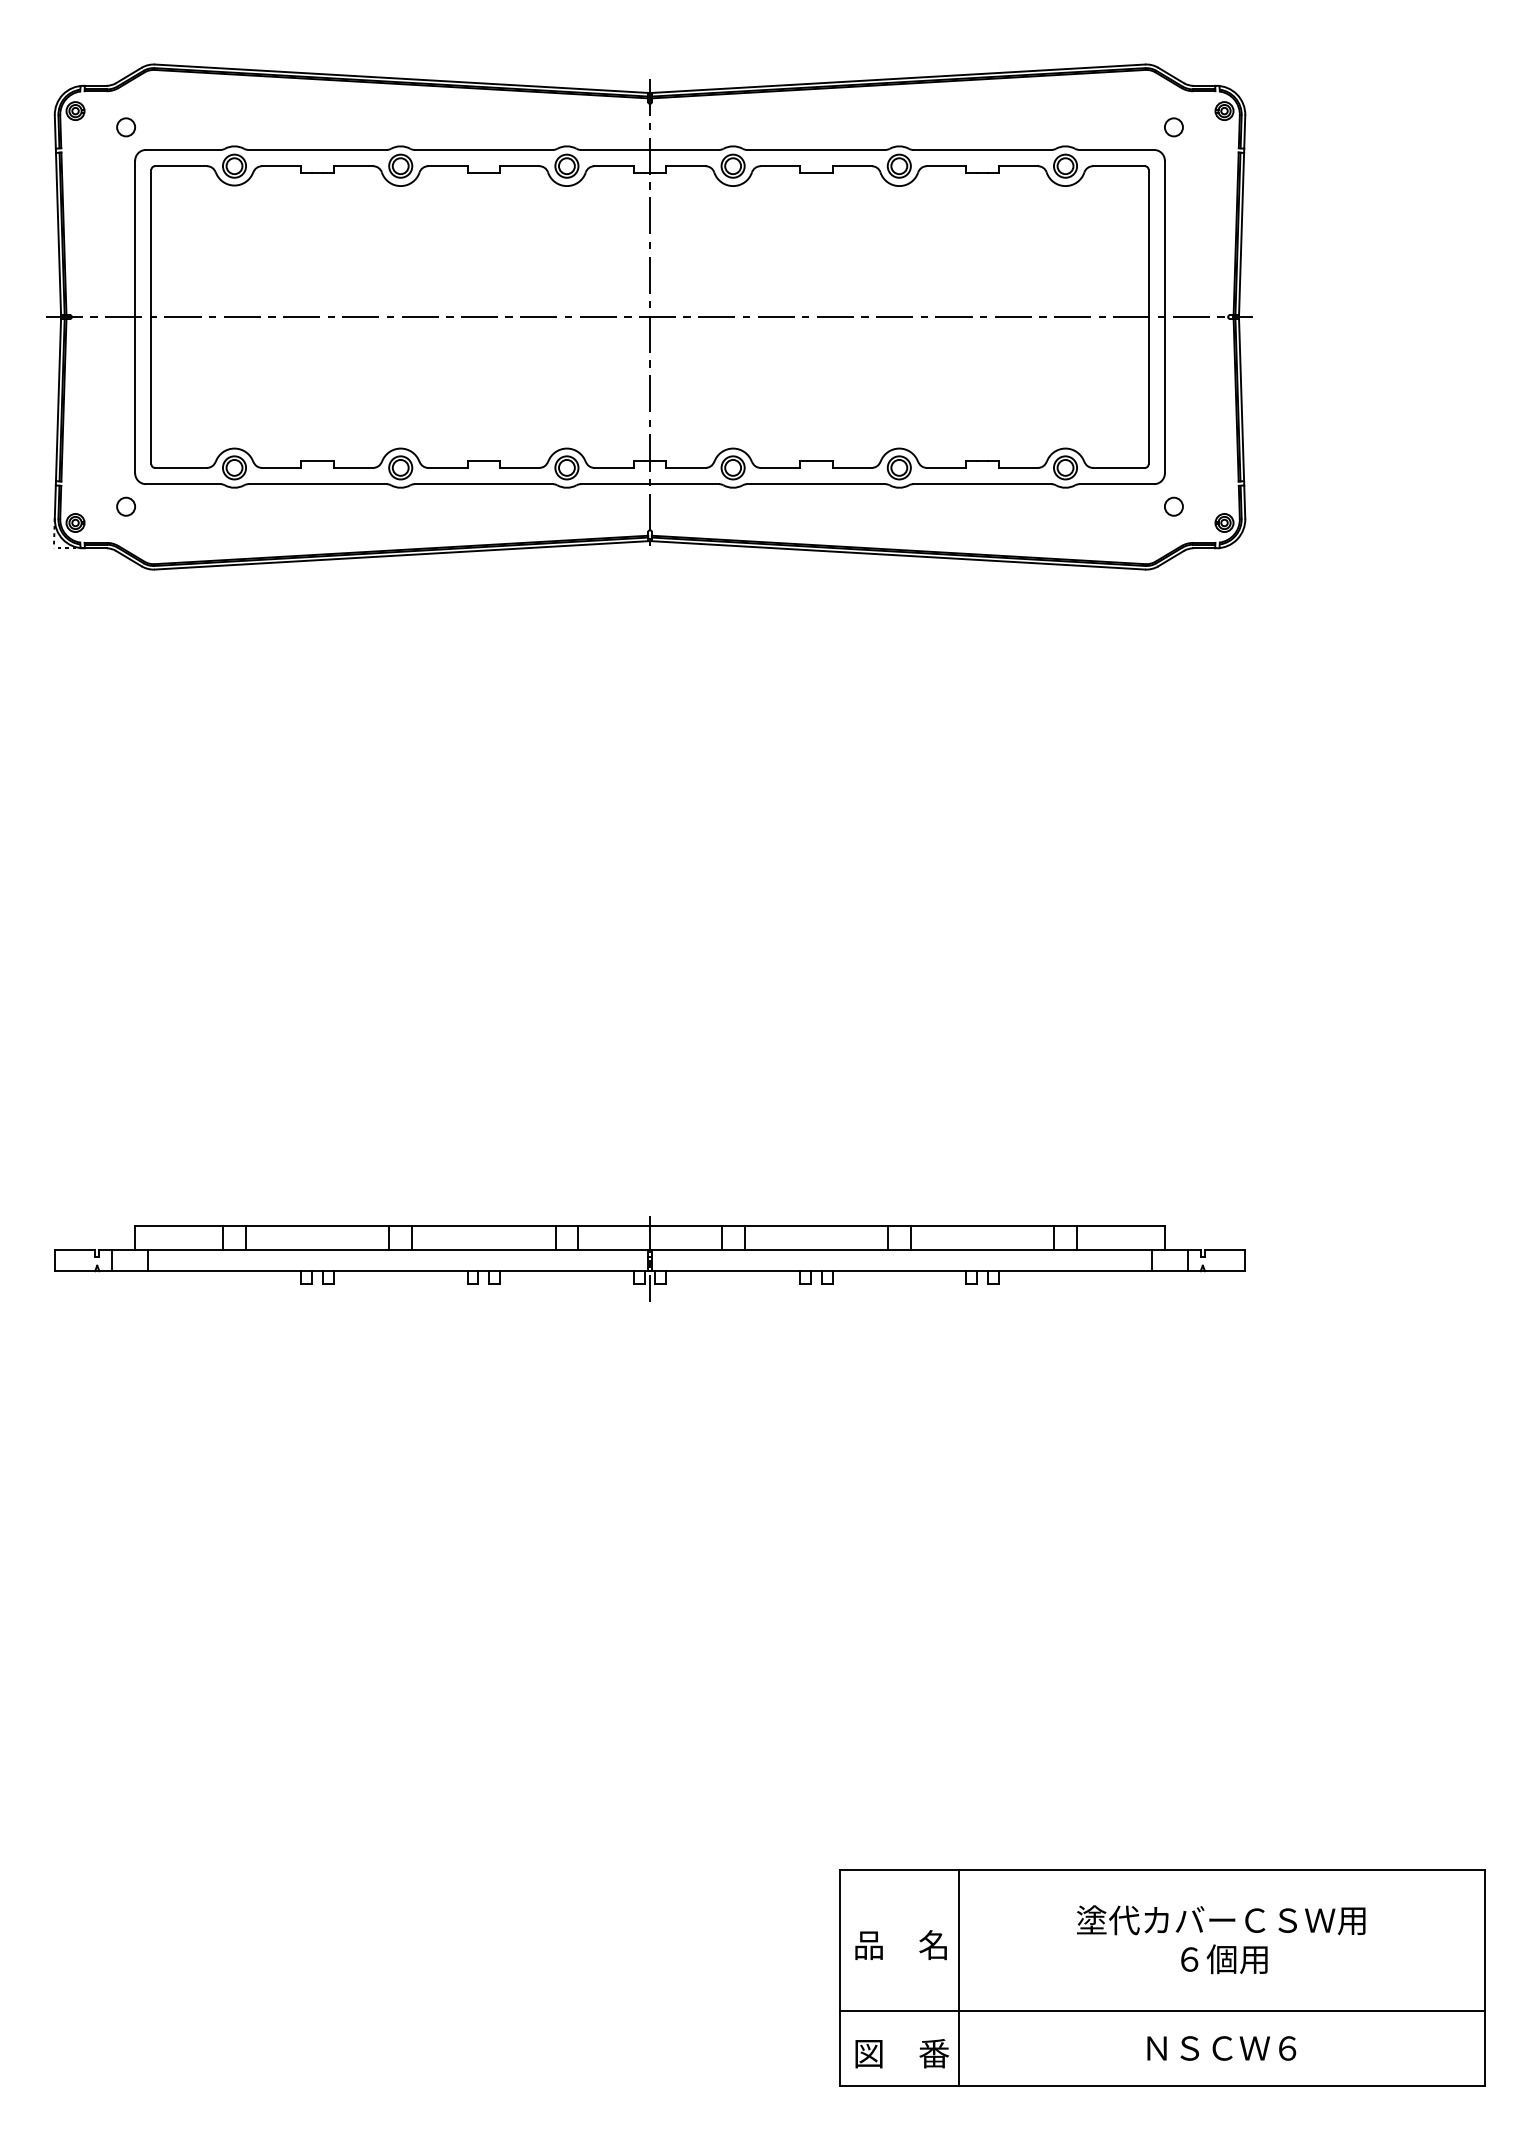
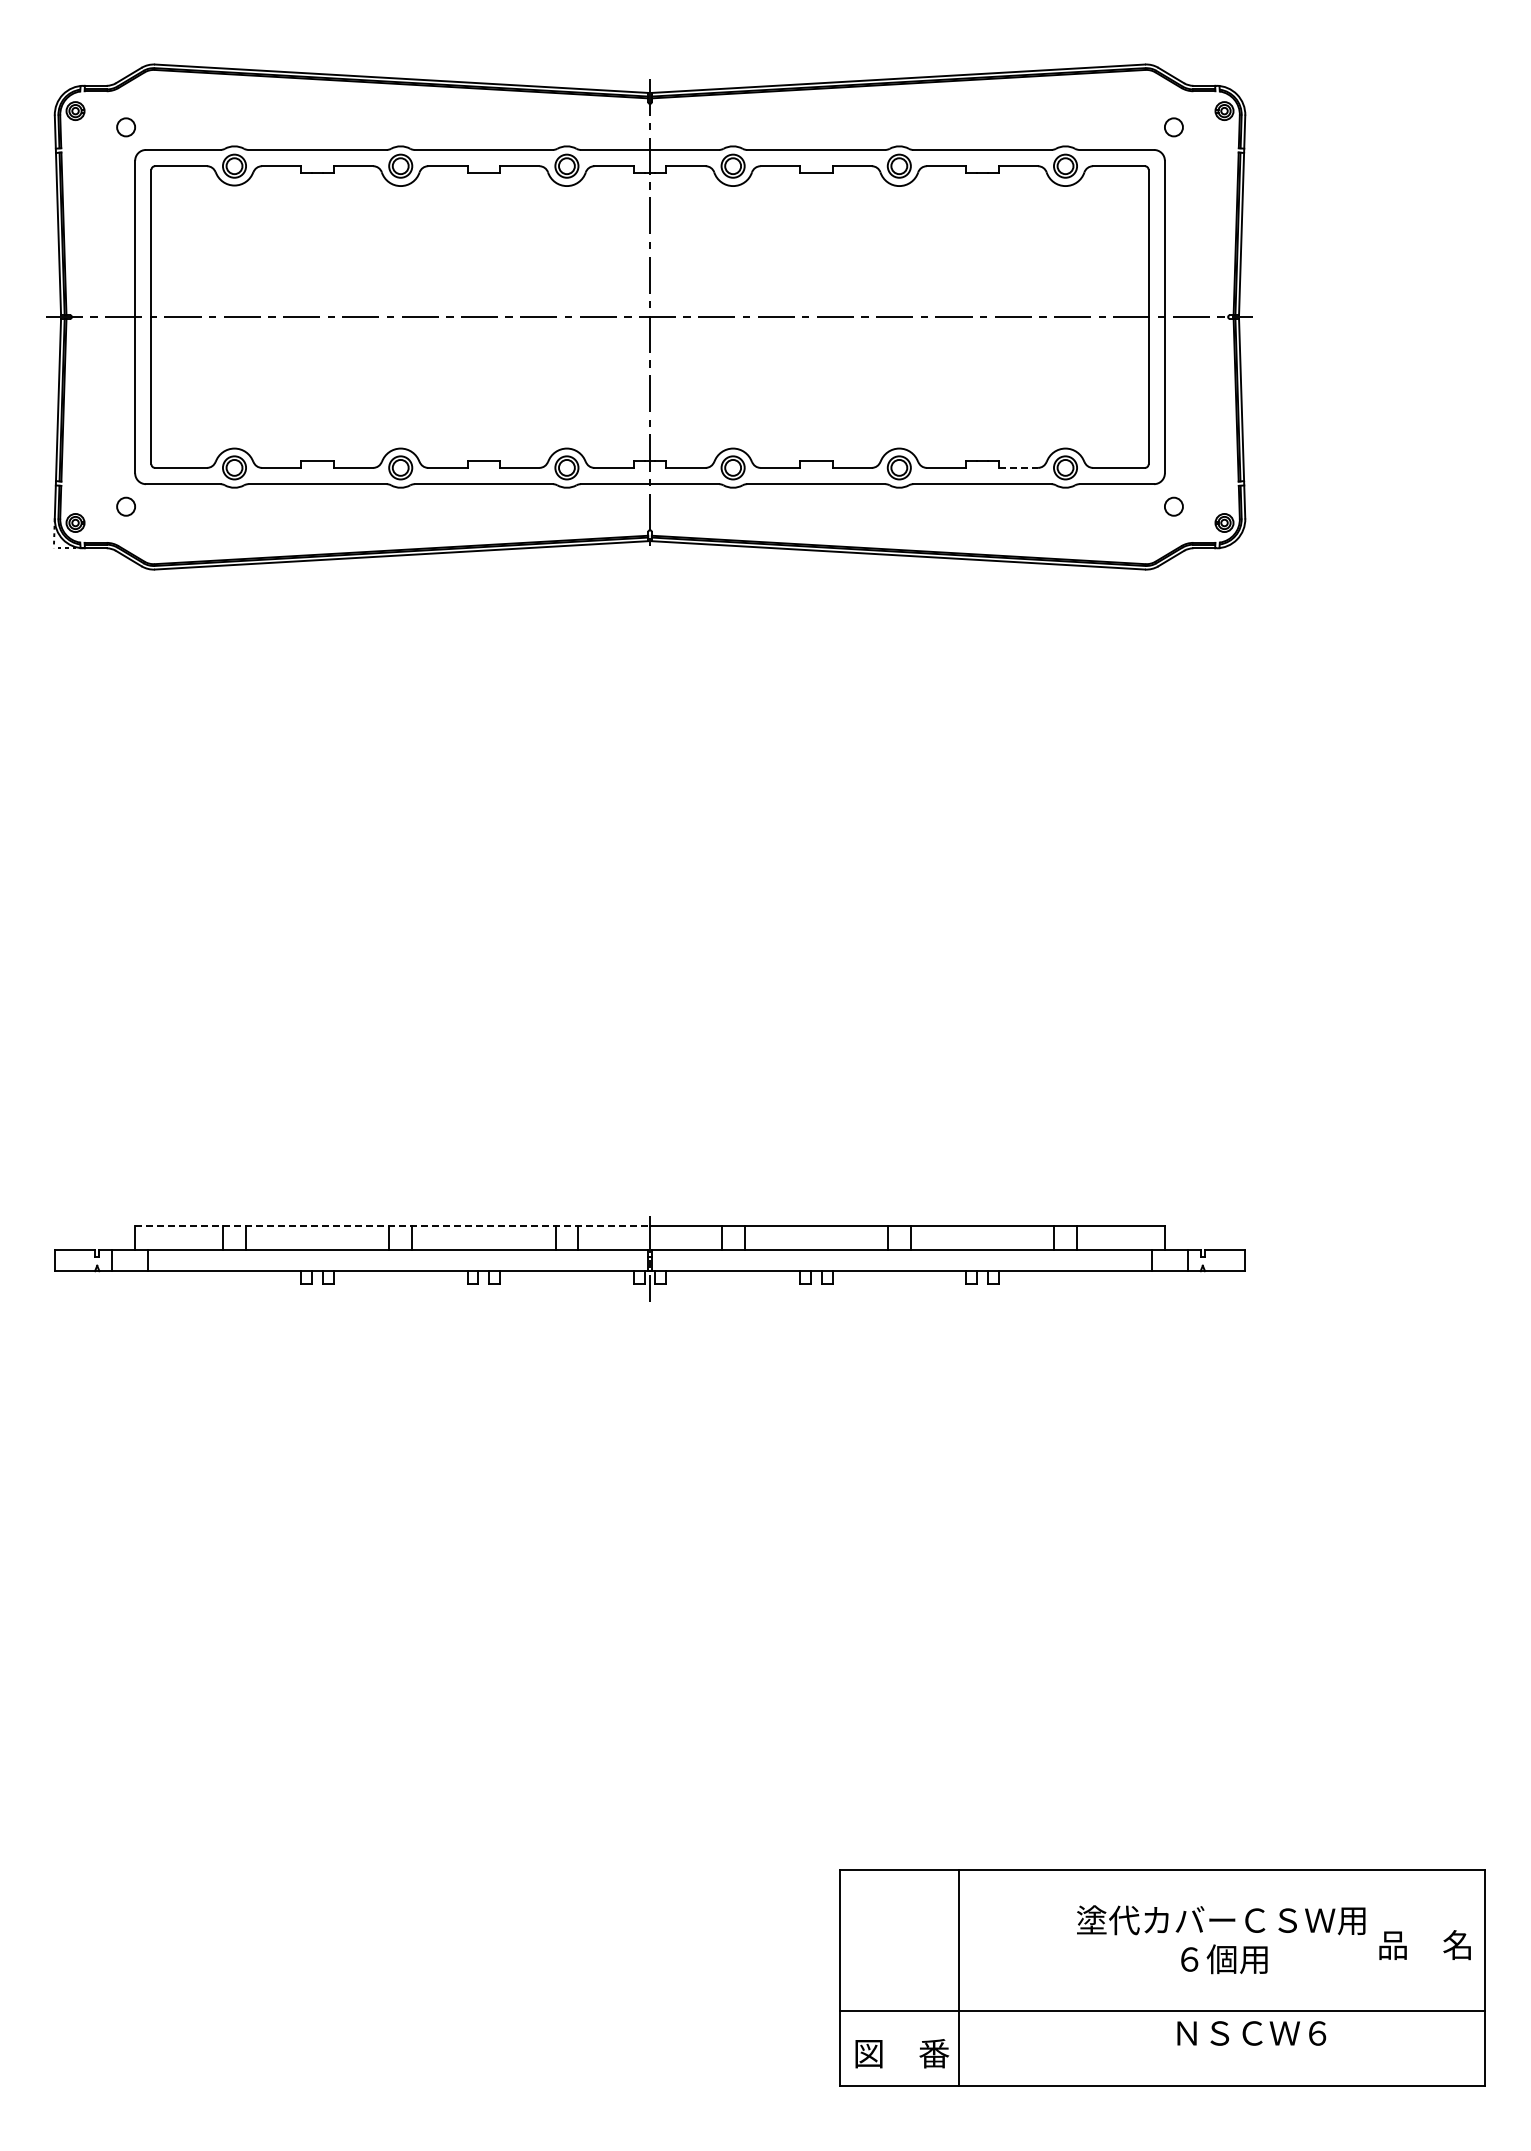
line at (1018, 467): solid -> dashed
line at (393, 1226): solid -> dashed
text at (900, 1945) position: (900, 1945) -> (1424, 1945)
text at (1221, 2048) position: (1221, 2048) -> (1251, 2033)
